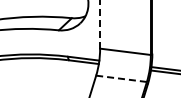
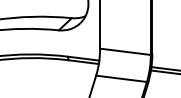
line at (100, 24): dashed -> solid
line at (121, 78): dashed -> solid
